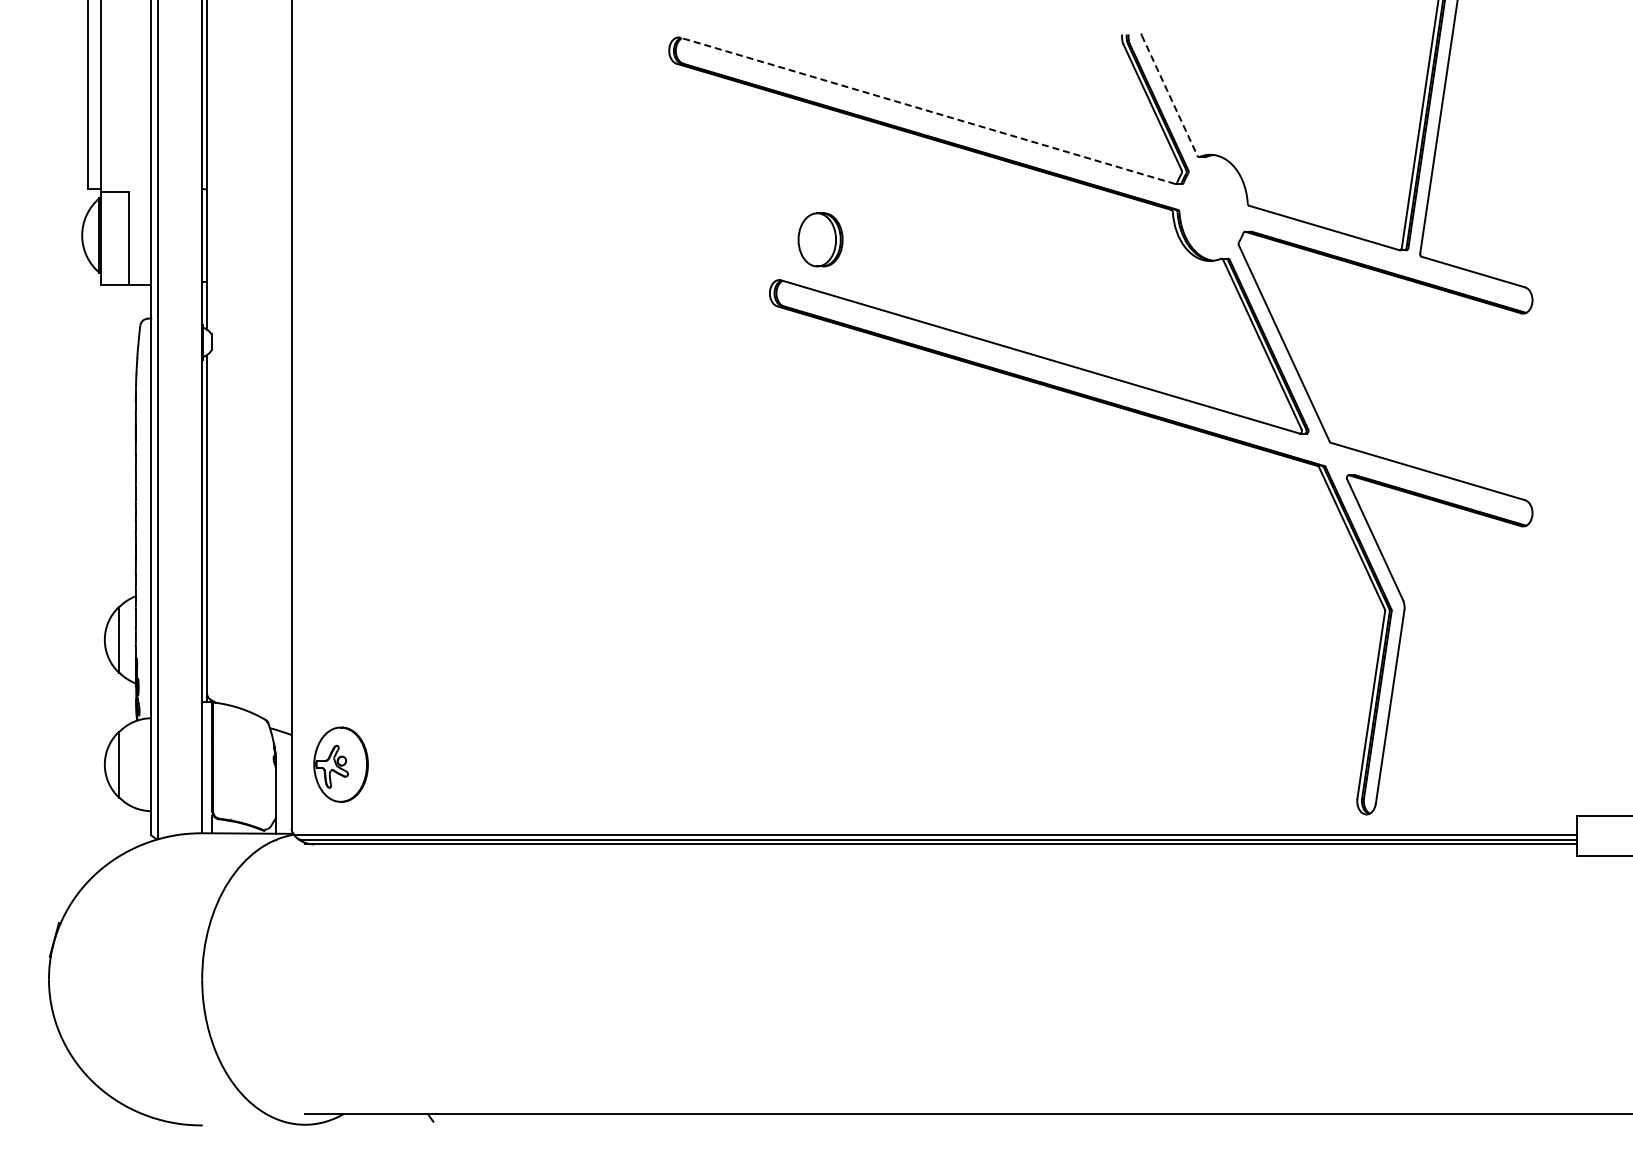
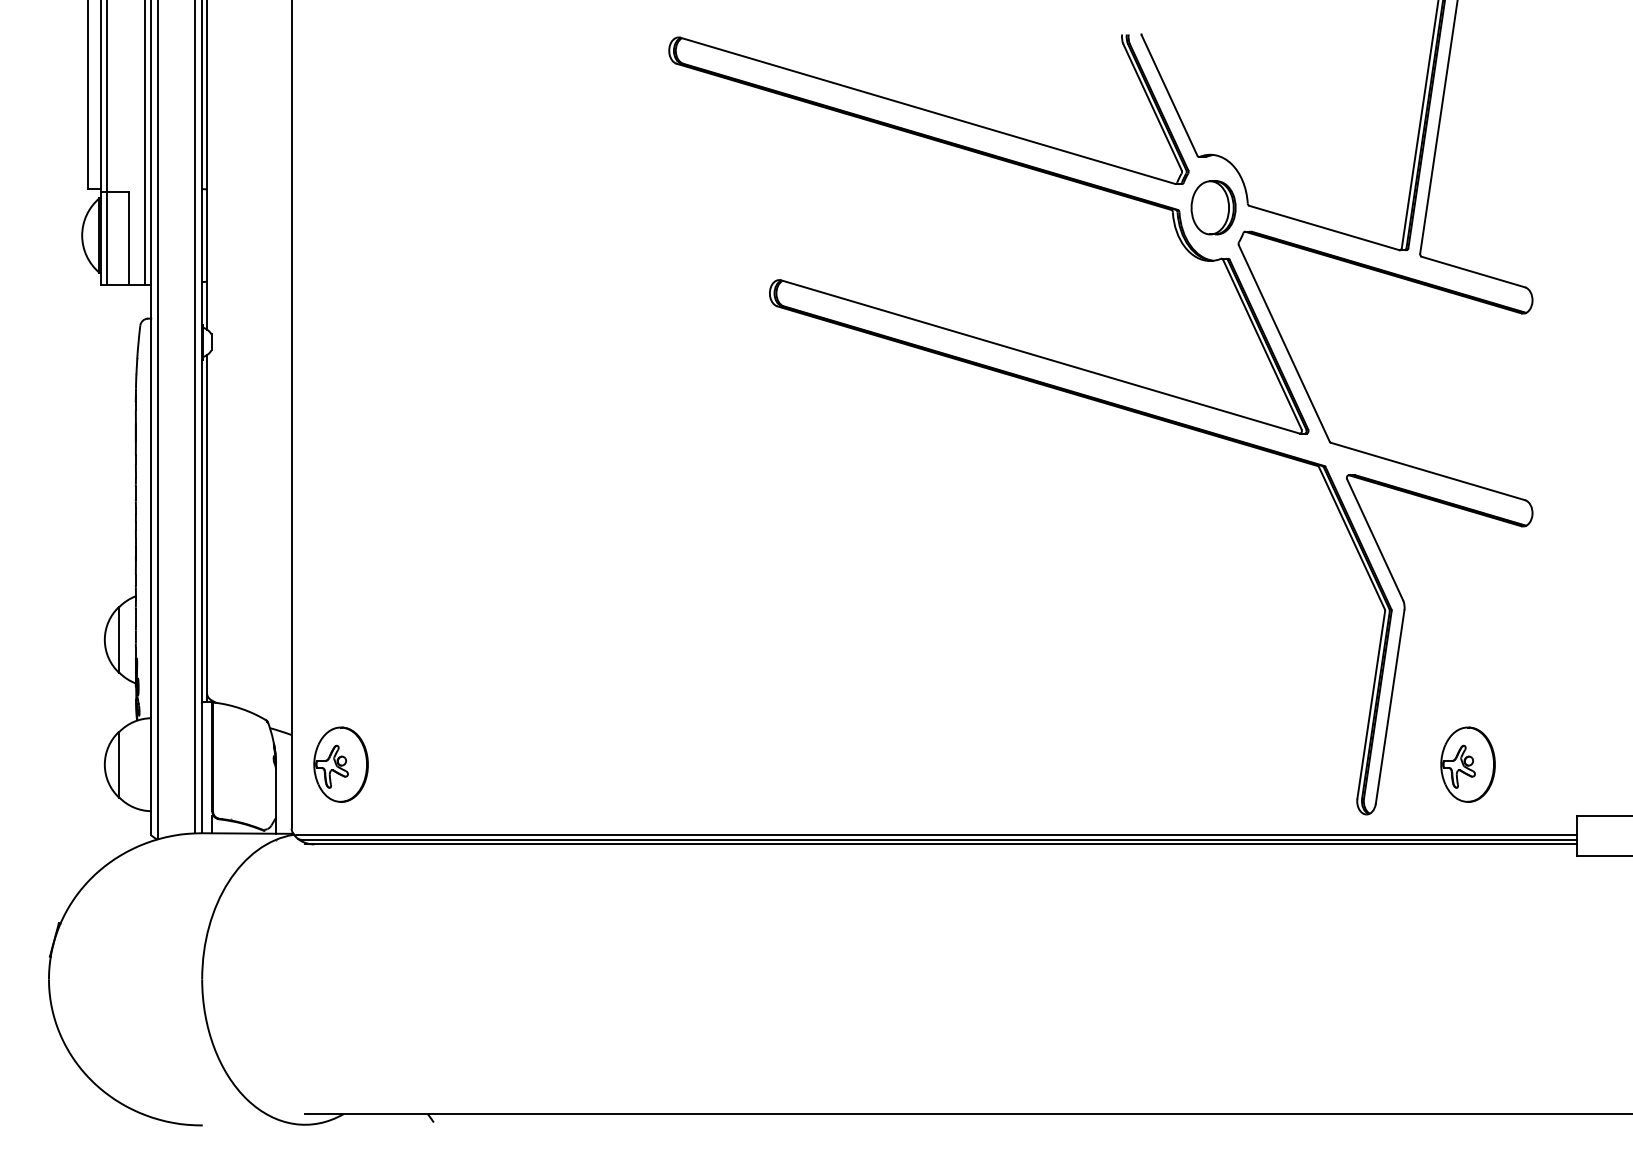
line at (1169, 96): dashed -> solid
line at (927, 110): dashed -> solid
line at (107, 143): none -> present
line at (144, 143): none -> present
part at (820, 239) position: (820, 239) -> (1213, 207)
line at (195, 417): none -> present
part at (1467, 764): none -> present
